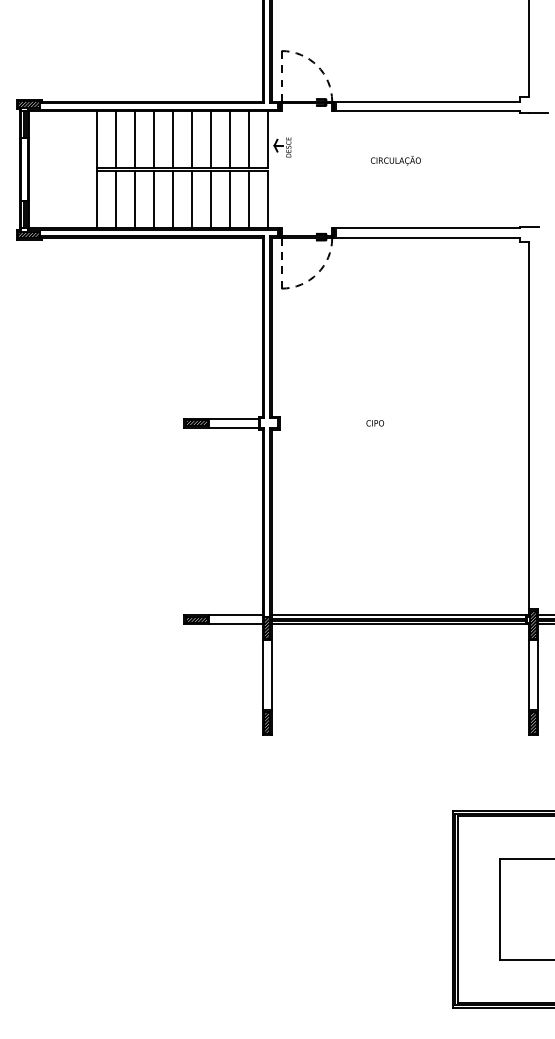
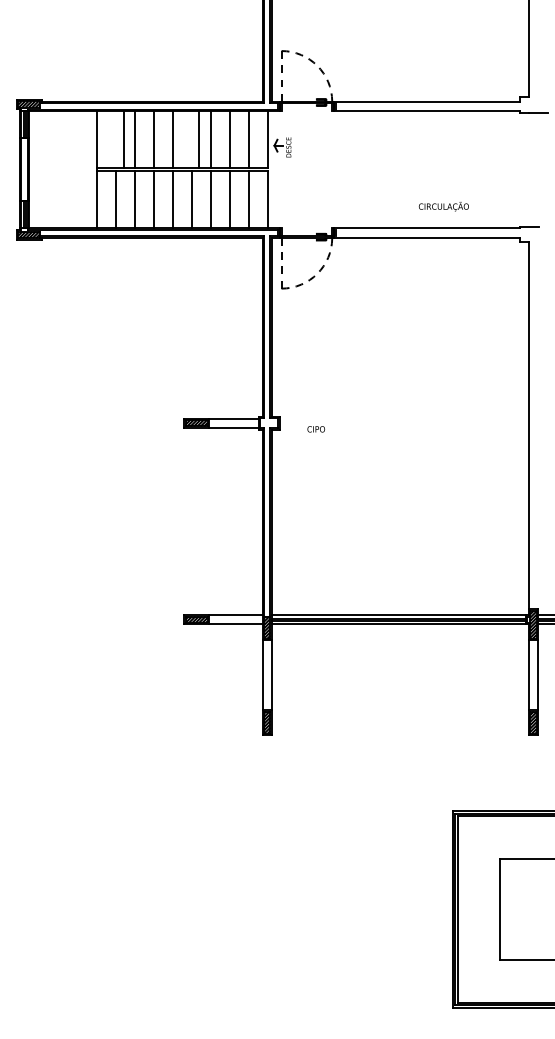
line at (116, 139) position: (116, 139) -> (124, 139)
line at (192, 139) position: (192, 139) -> (199, 139)
text at (395, 160) position: (395, 160) -> (443, 206)
text at (374, 423) position: (374, 423) -> (315, 429)
